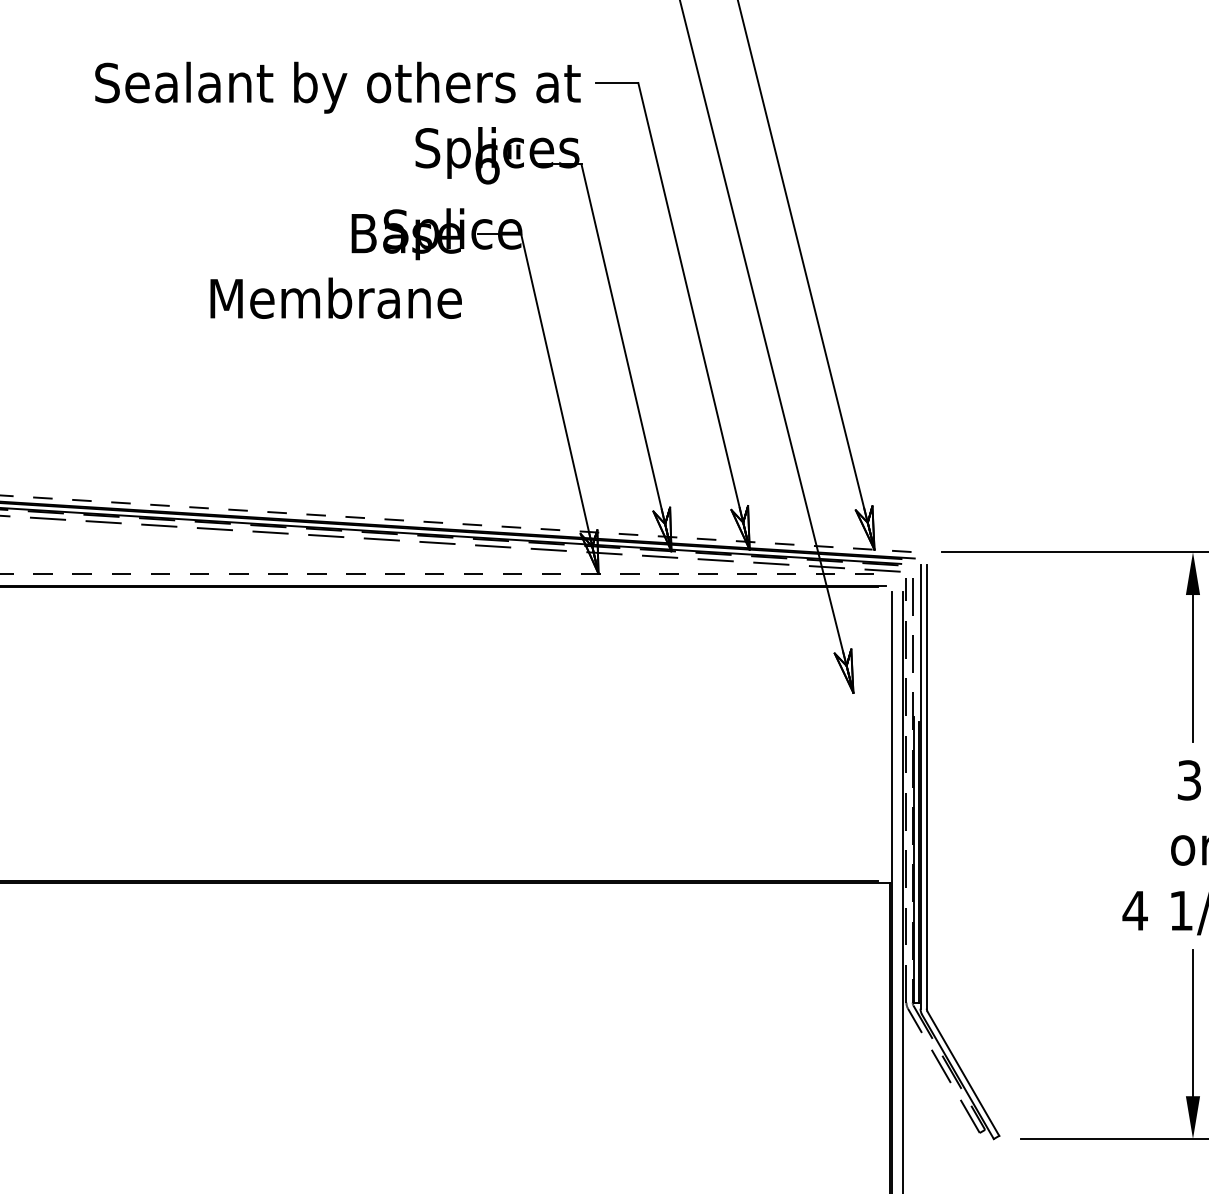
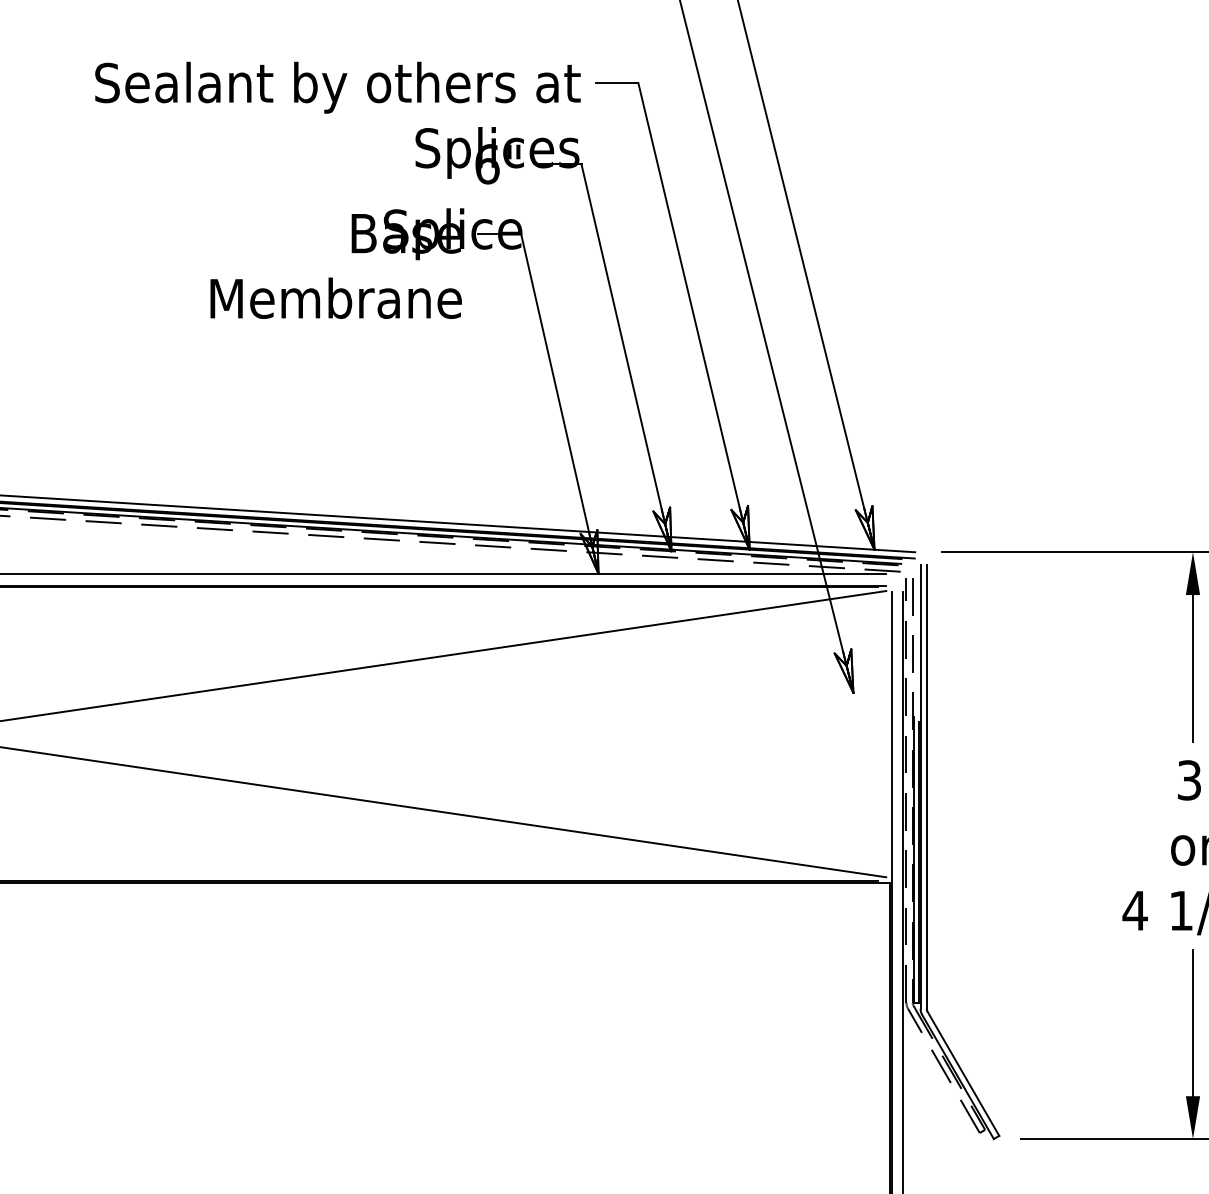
line at (458, 523): dashed -> solid
line at (443, 573): dashed -> solid
line at (444, 655): none -> present
line at (444, 812): none -> present
